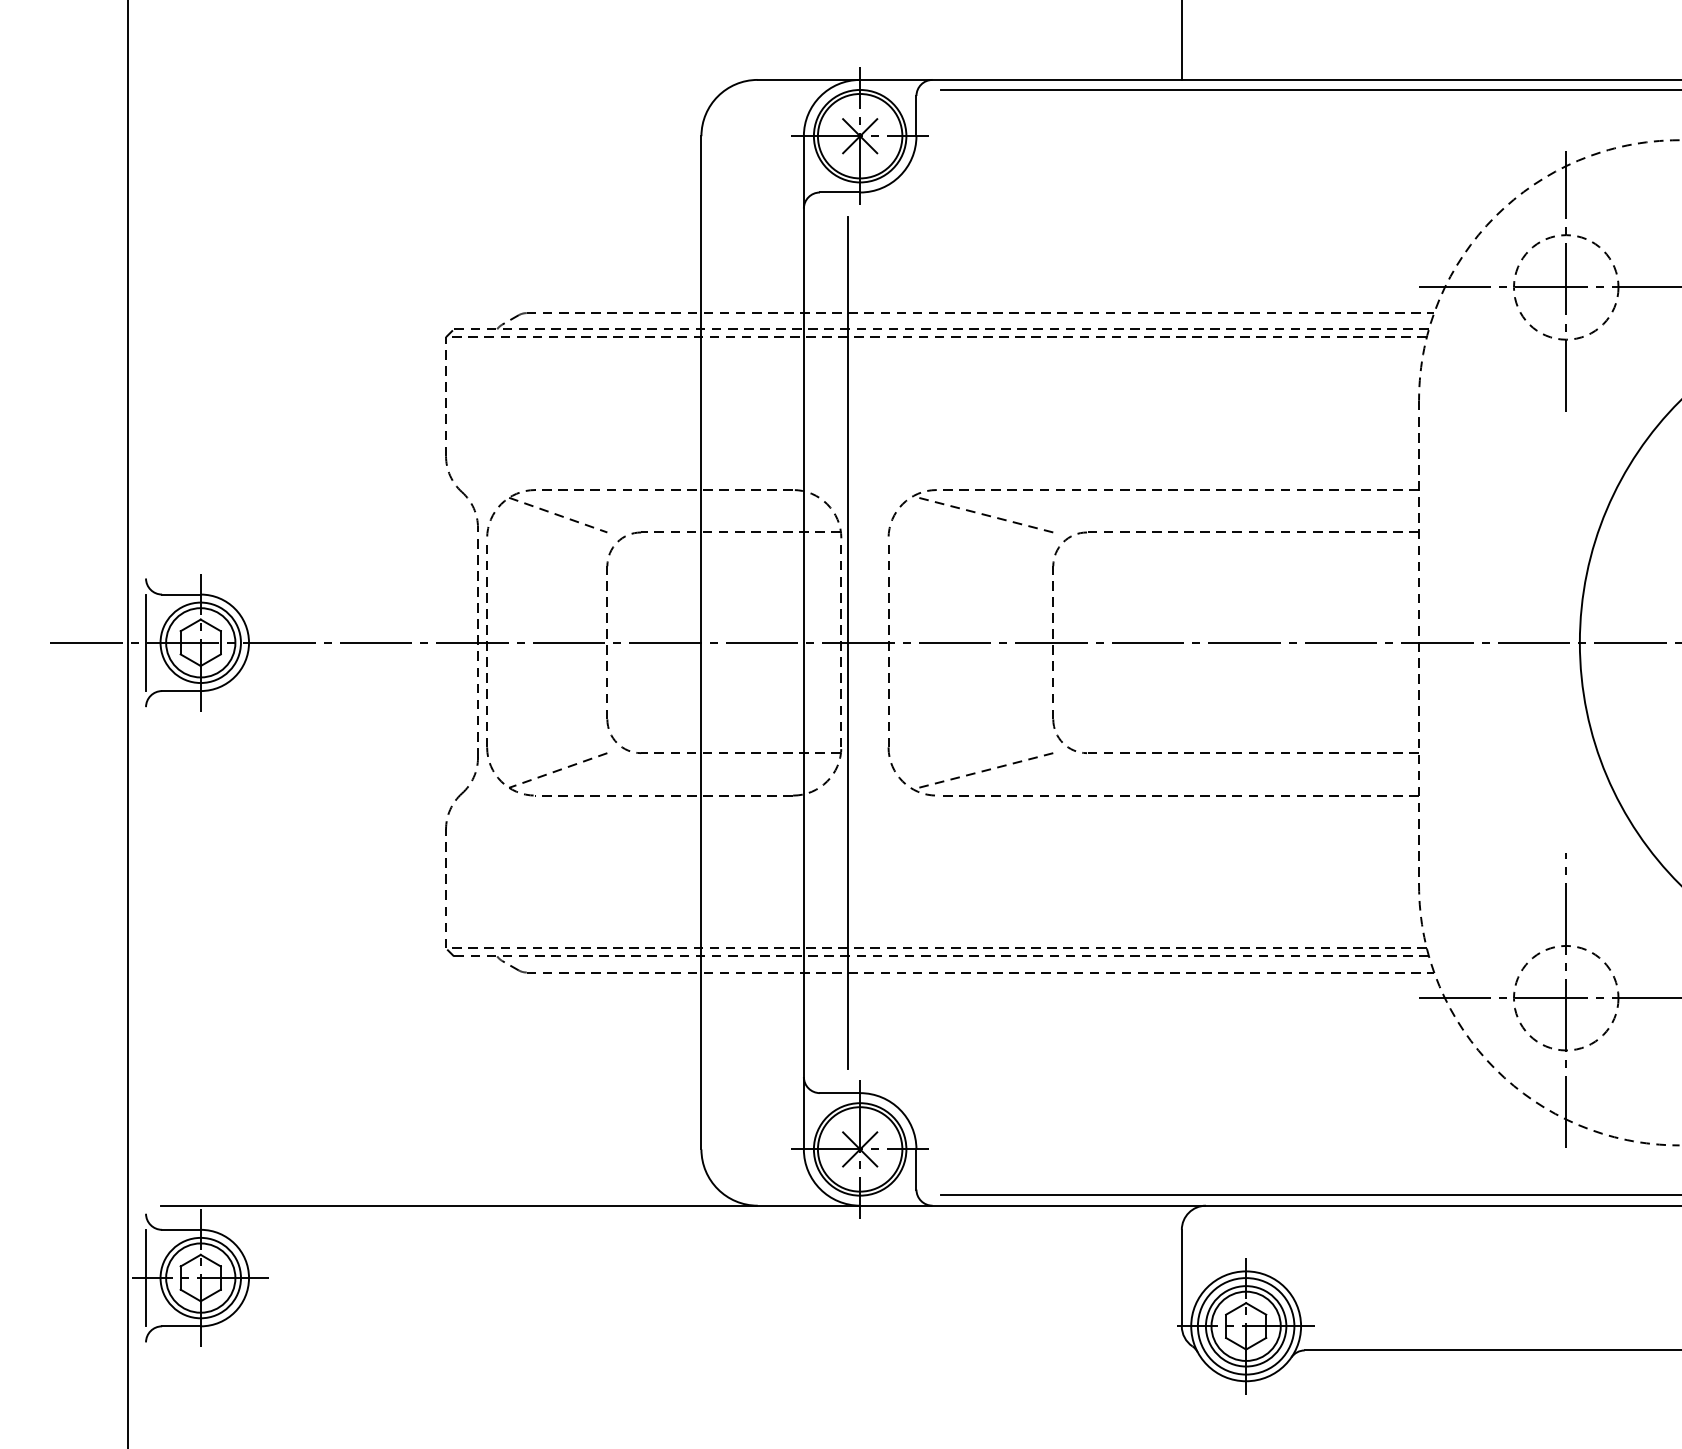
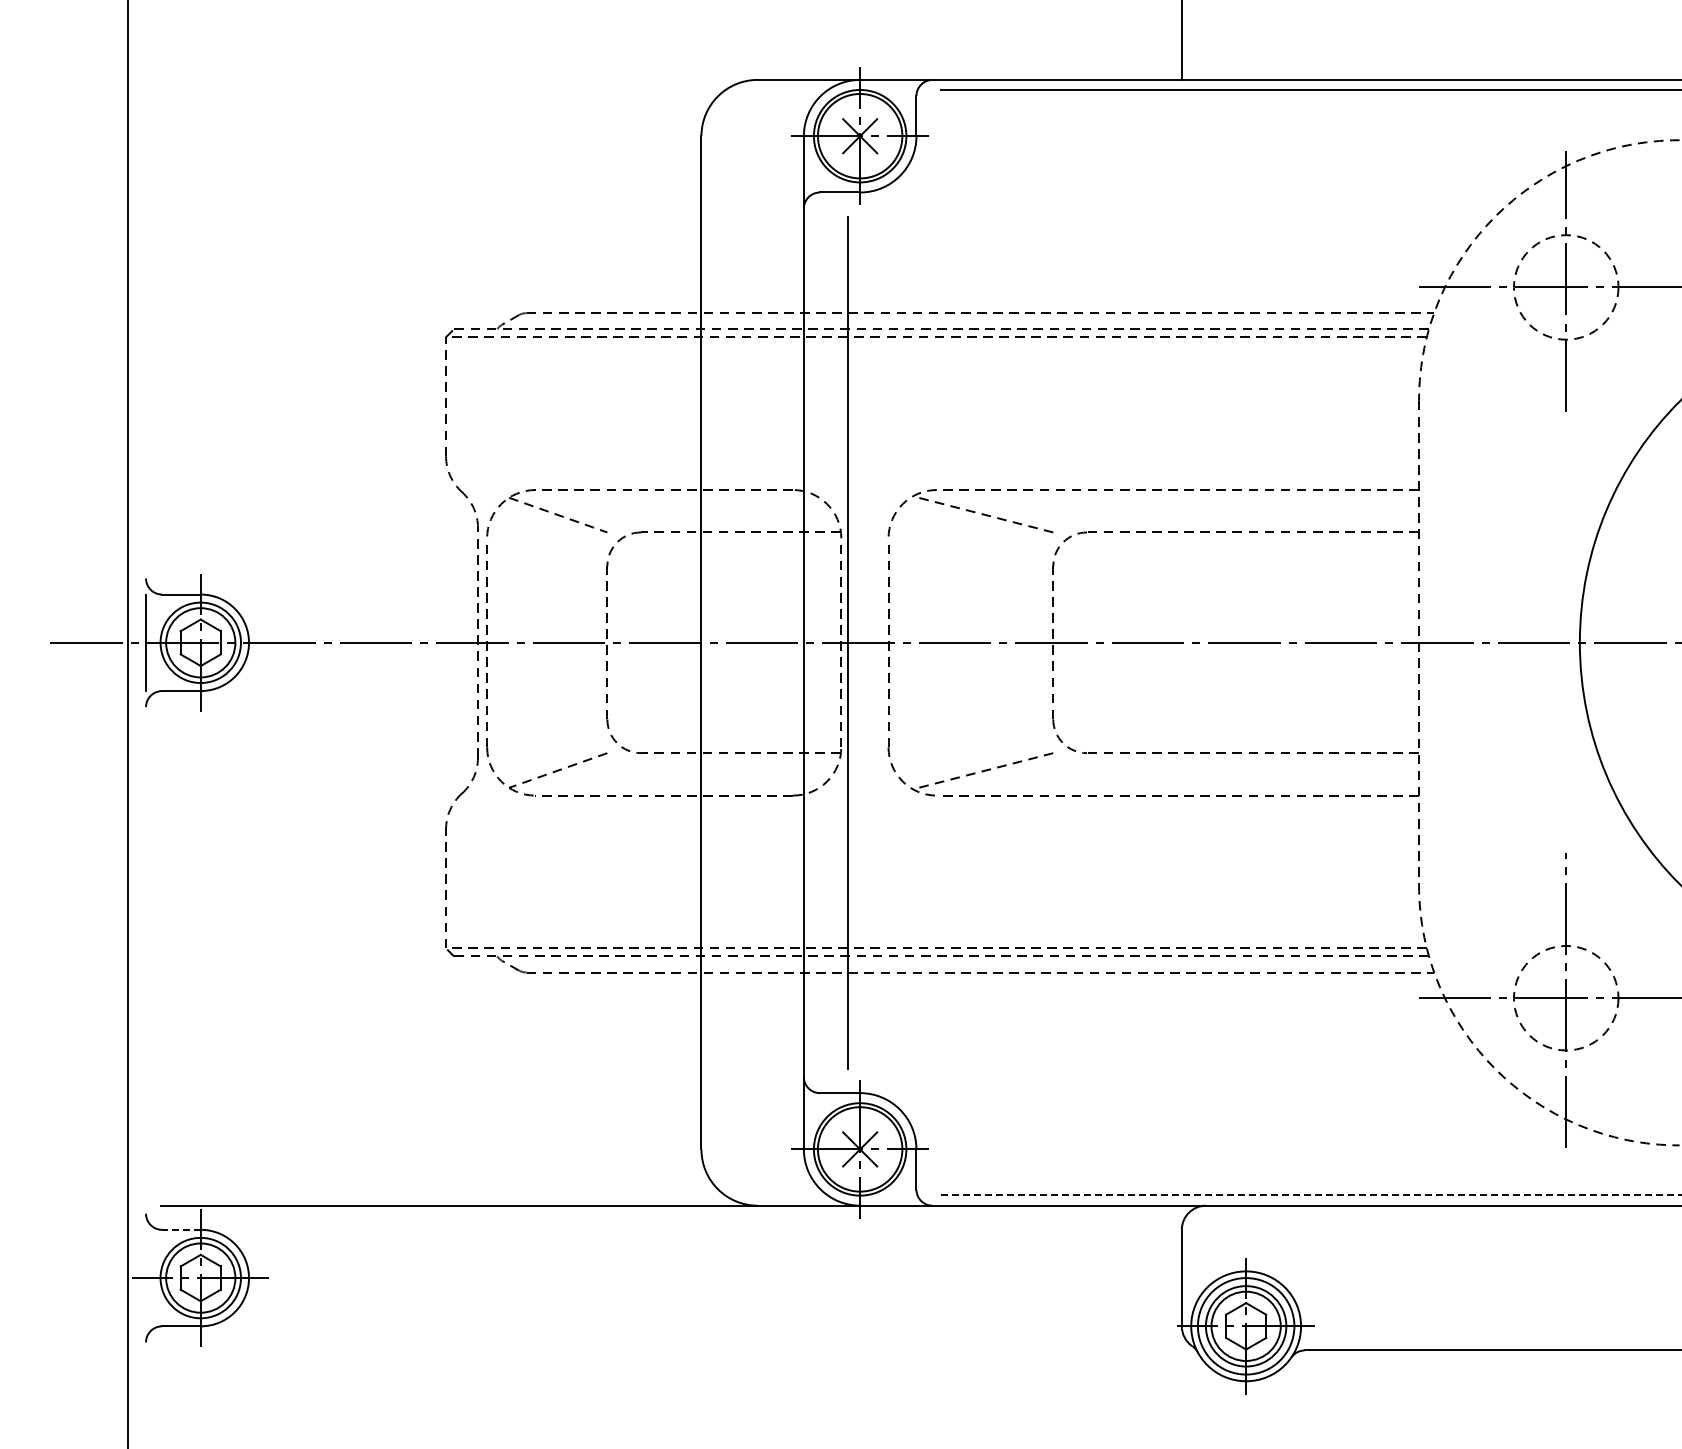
line at (1311, 1195): solid -> dashed
line at (180, 1229): solid -> dashed
line at (146, 1277): present -> none
